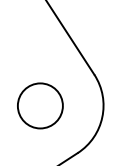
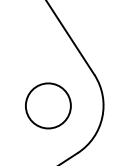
circle at (40, 105) position: (40, 105) -> (48, 105)
